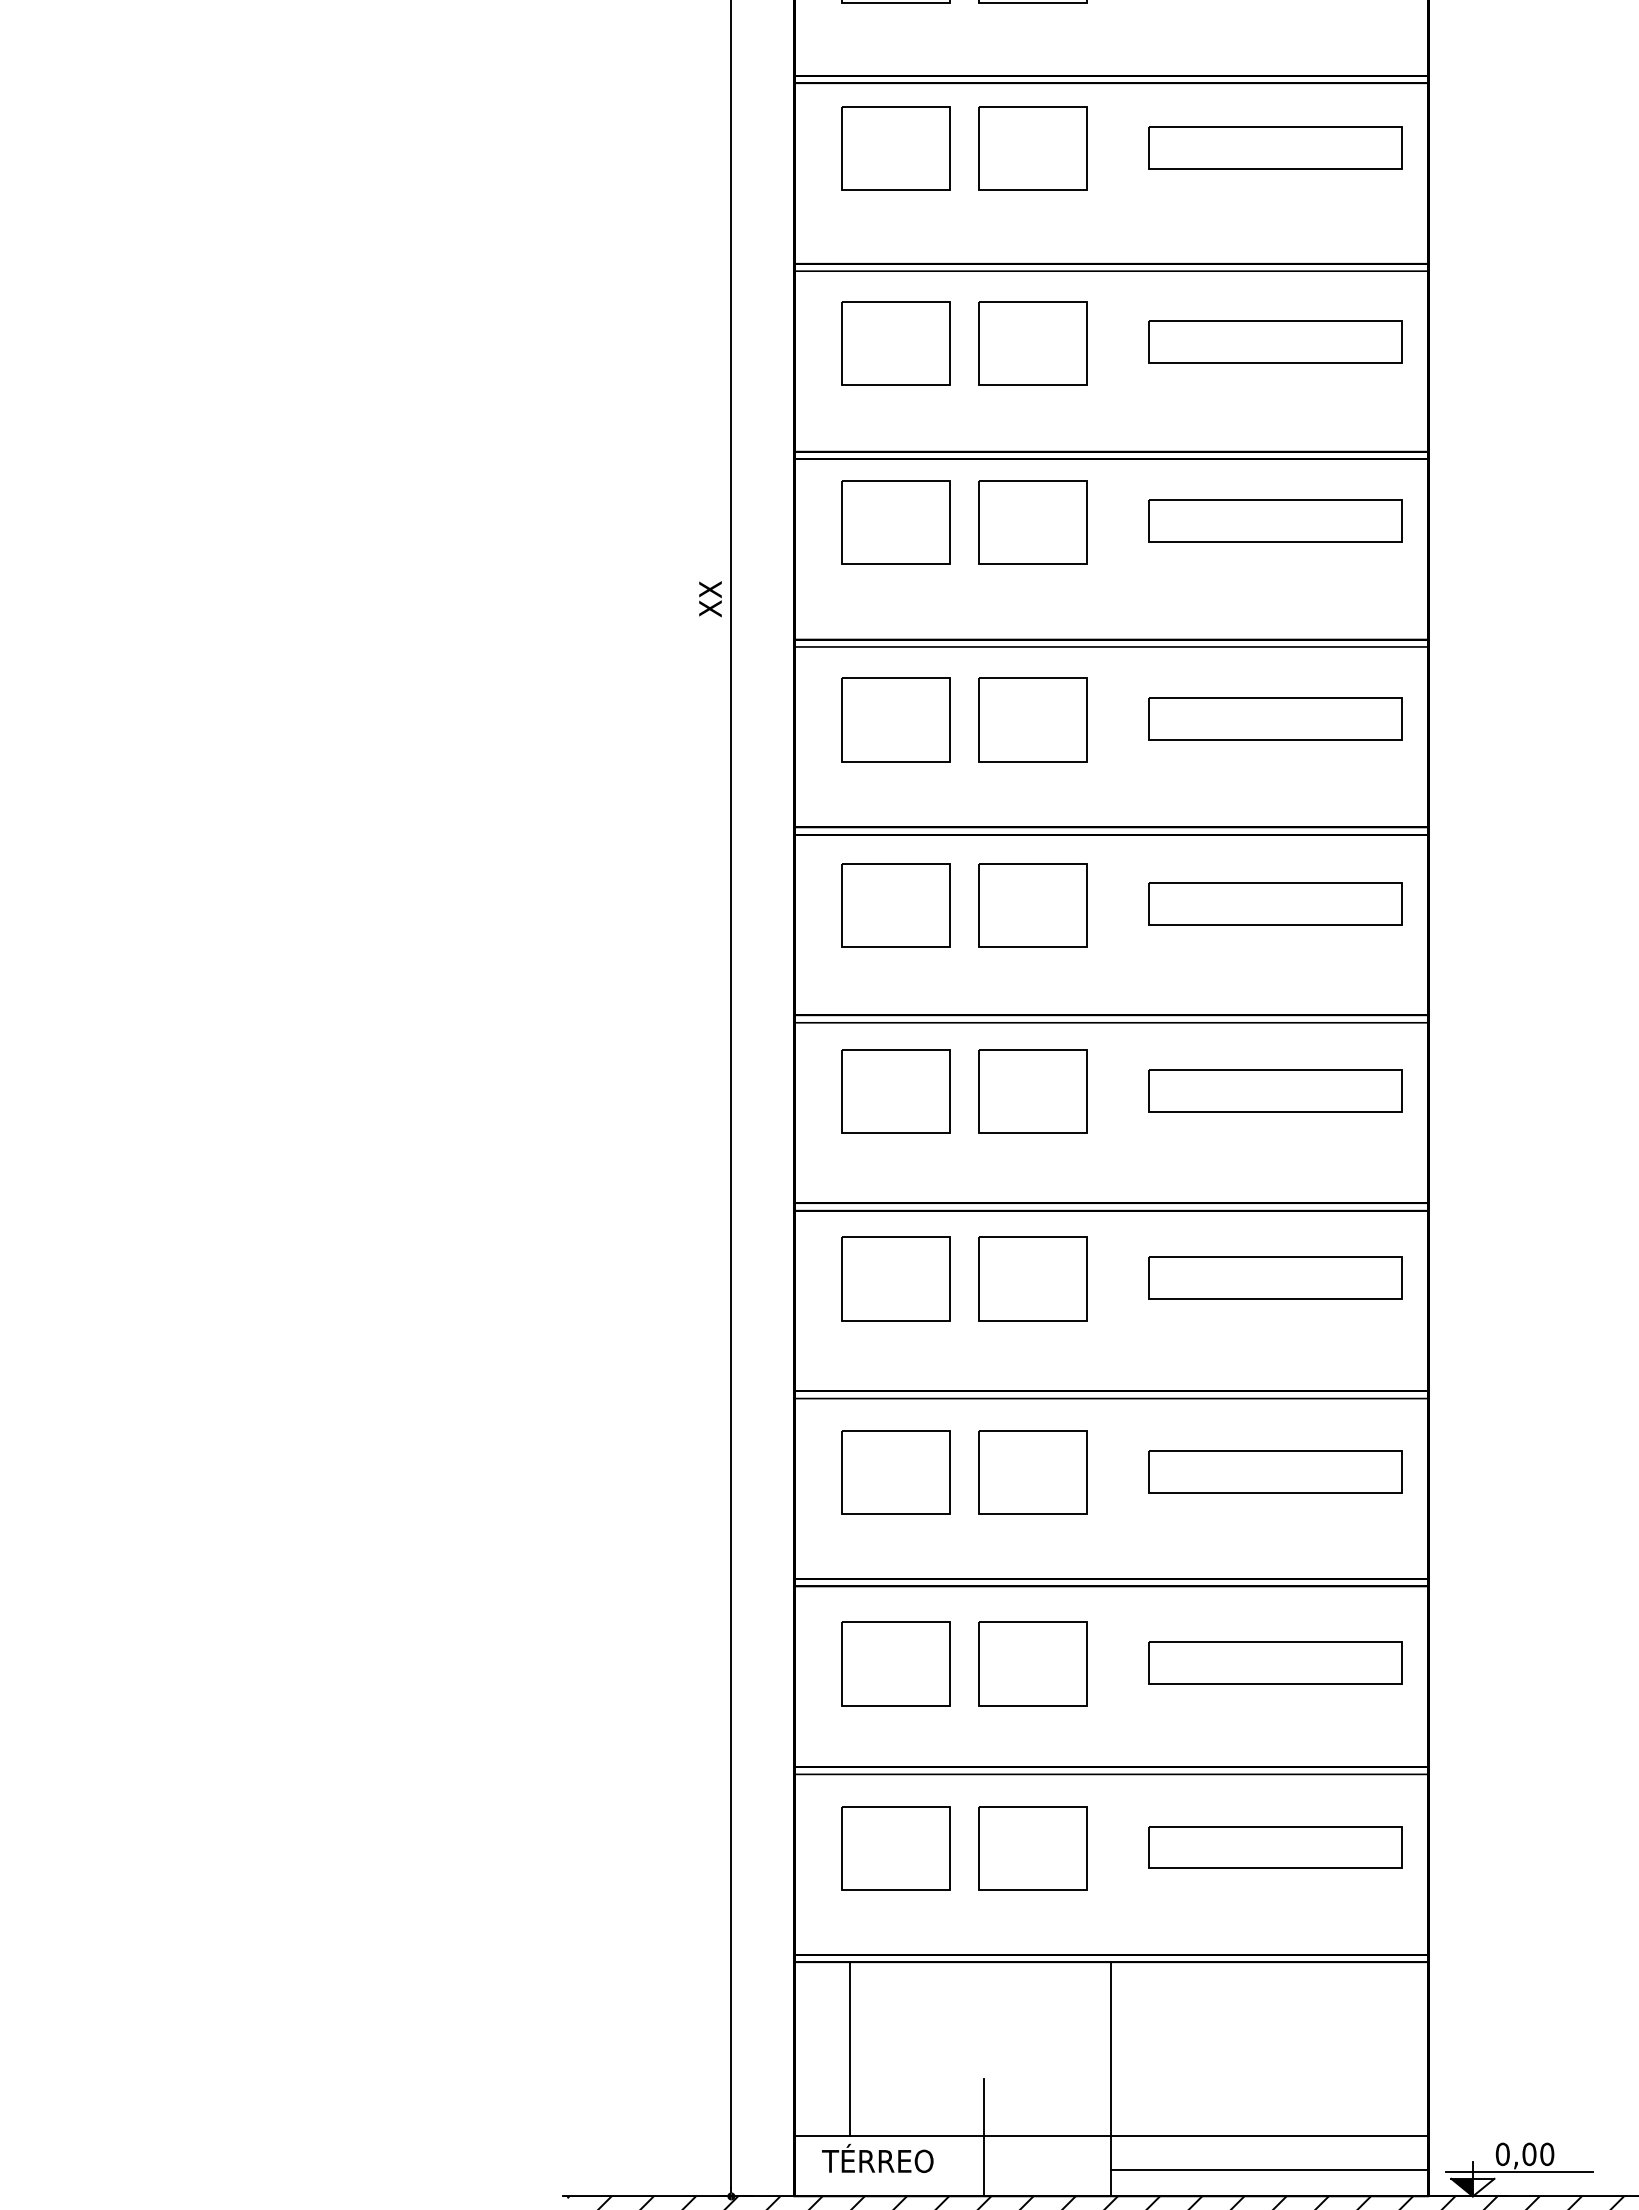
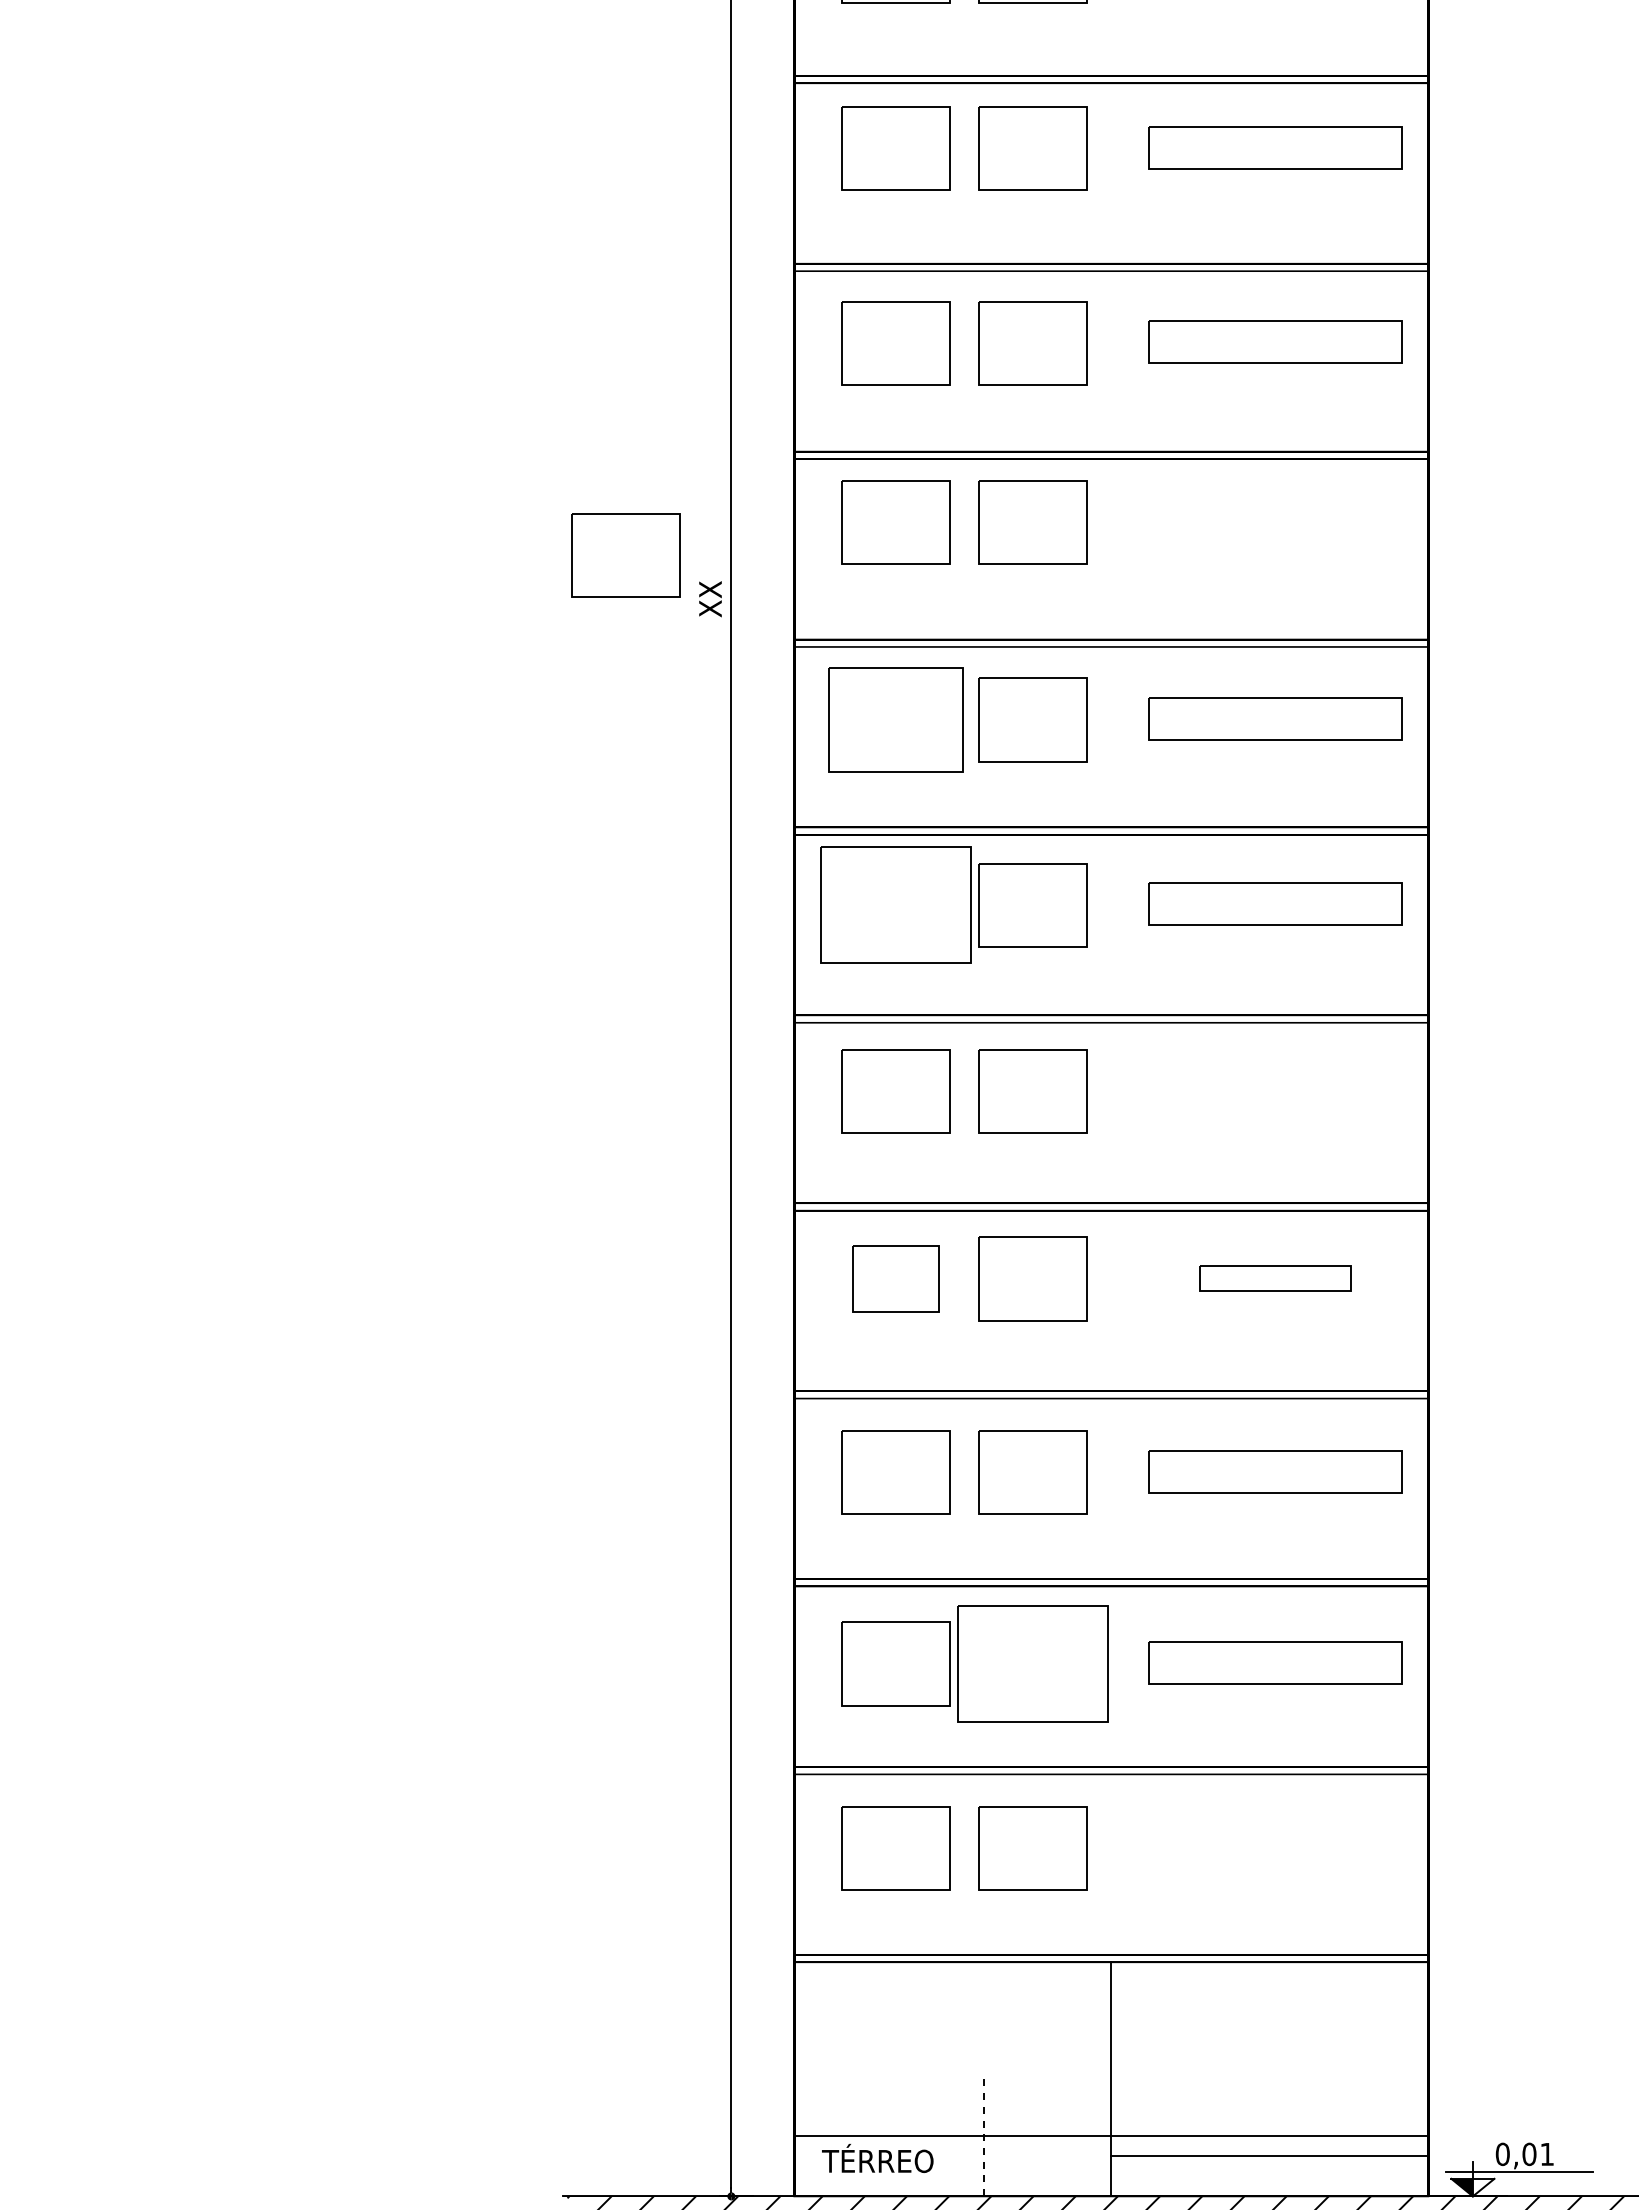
part at (1275, 520): present -> none
part at (625, 555): none -> present
part at (895, 719) size: 110x86 px -> 136x106 px
part at (895, 905) size: 110x85 px -> 152x118 px
part at (1275, 1090): present -> none
part at (1275, 1277) size: 255x44 px -> 153x27 px
part at (895, 1278) size: 110x86 px -> 88x68 px
part at (1032, 1663) size: 110x86 px -> 152x118 px
part at (1275, 1847): present -> none
line at (849, 2049): present -> none
line at (983, 2137): solid -> dashed
text at (1547, 2154): 0,00 -> 0,01
line at (1269, 2169) position: (1269, 2169) -> (1269, 2155)
